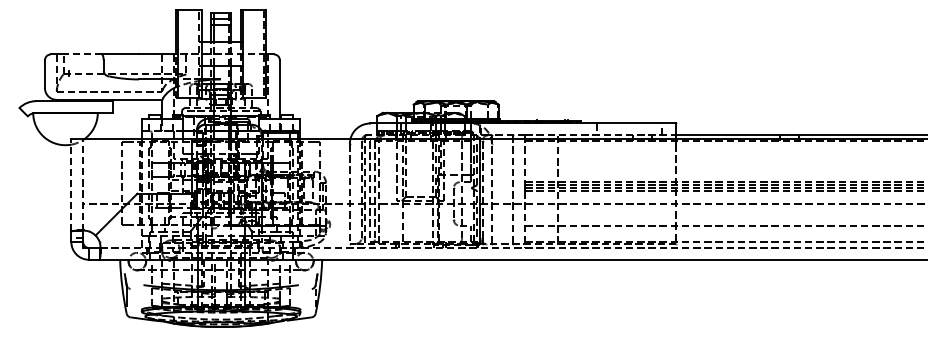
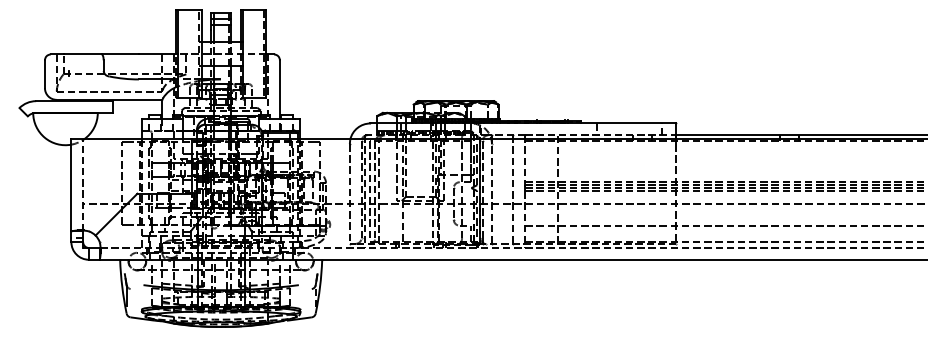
line at (82, 54): dashed -> solid
line at (71, 184): dashed -> solid
